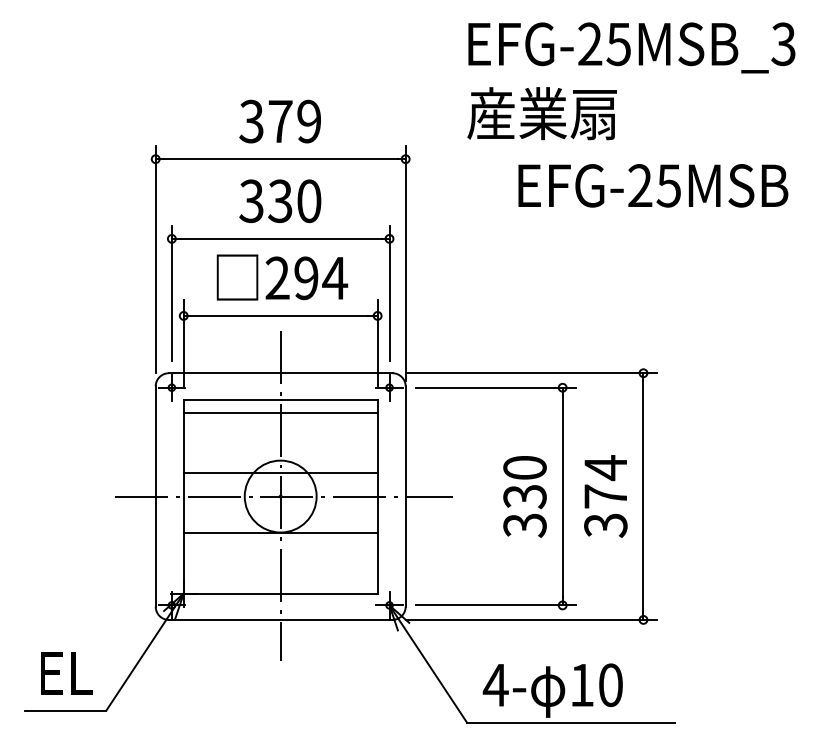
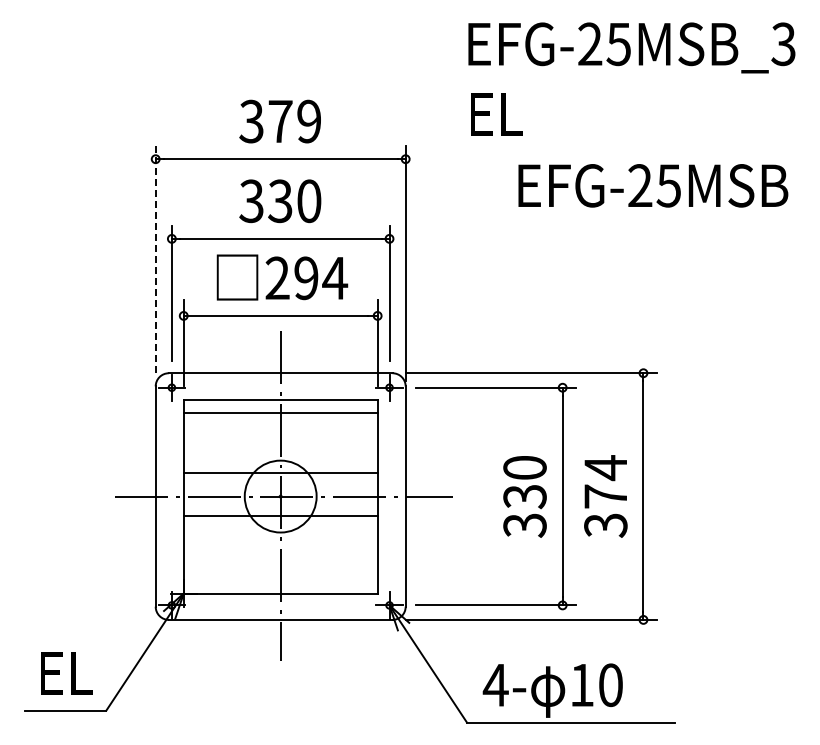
text at (541, 113): 産業扇 -> EL
line at (155, 259): solid -> dashed
line at (280, 533) position: (280, 533) -> (280, 516)
